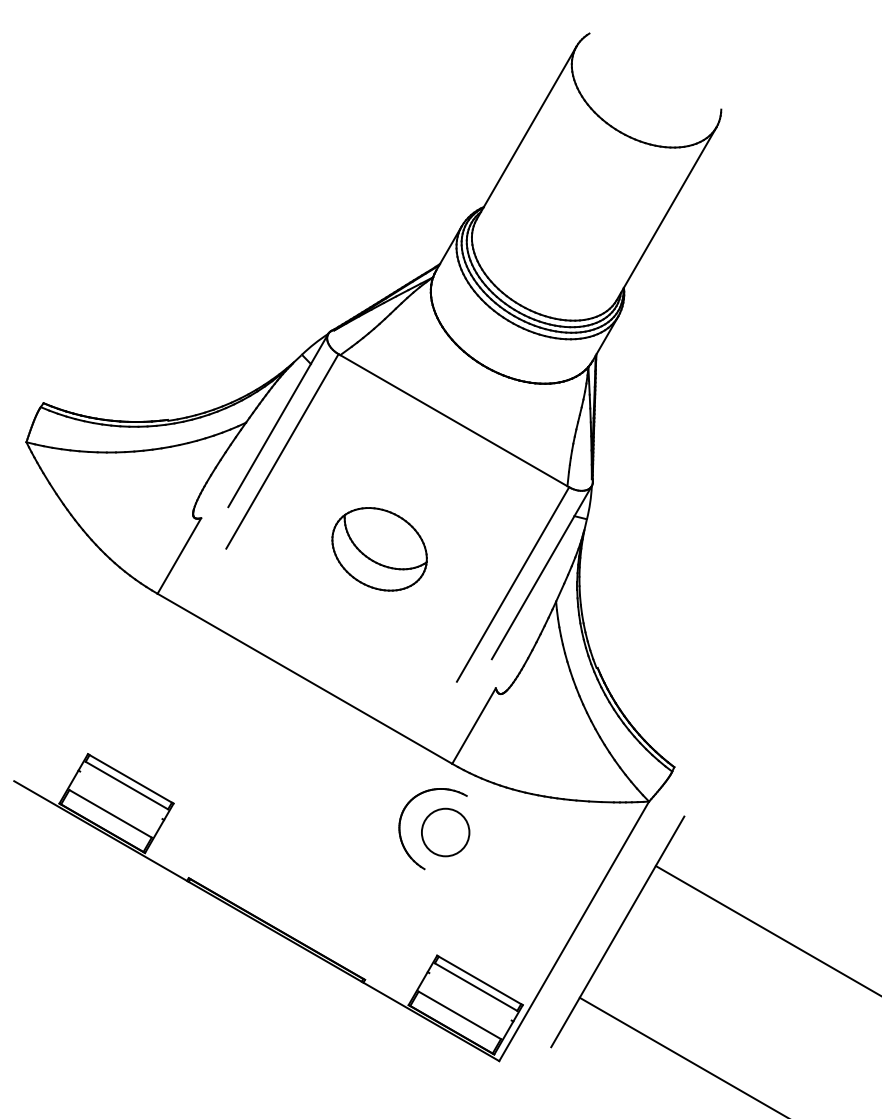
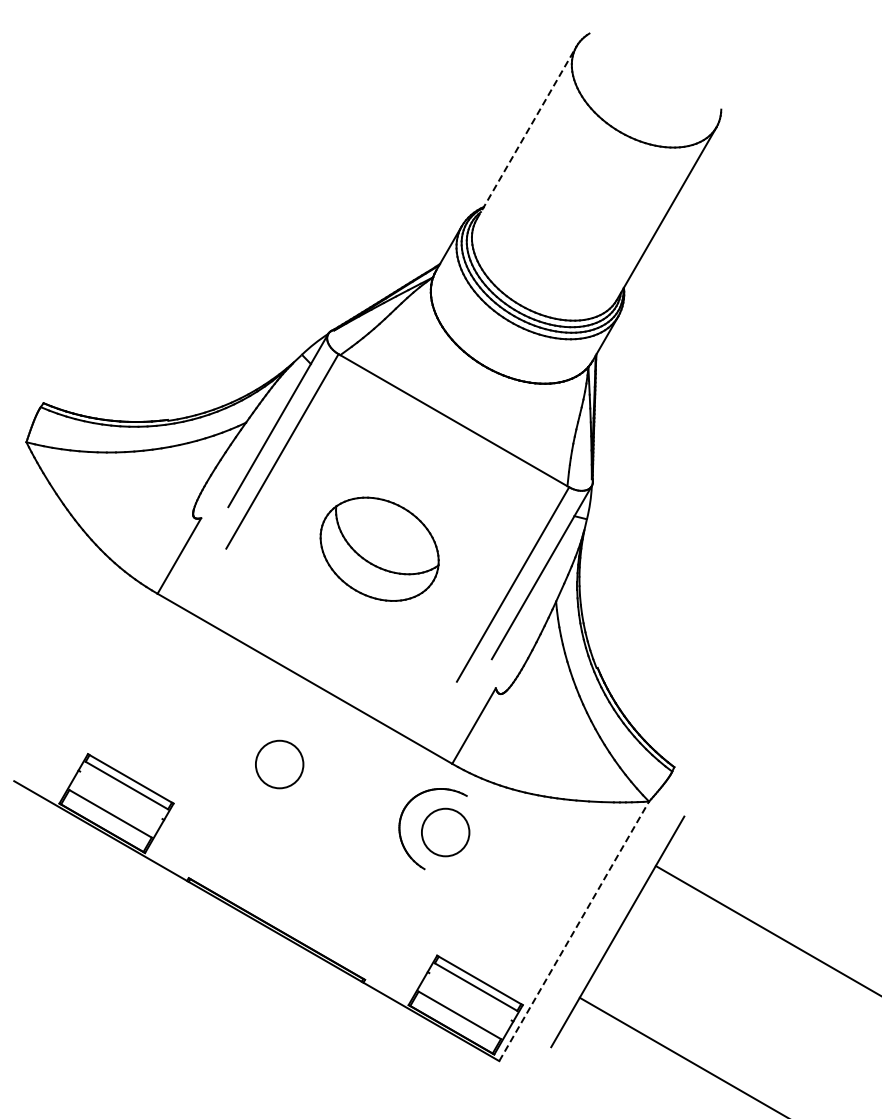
line at (526, 133): solid -> dashed
part at (379, 549) size: 97x85 px -> 121x106 px
circle at (279, 764): none -> present
line at (574, 931): solid -> dashed
